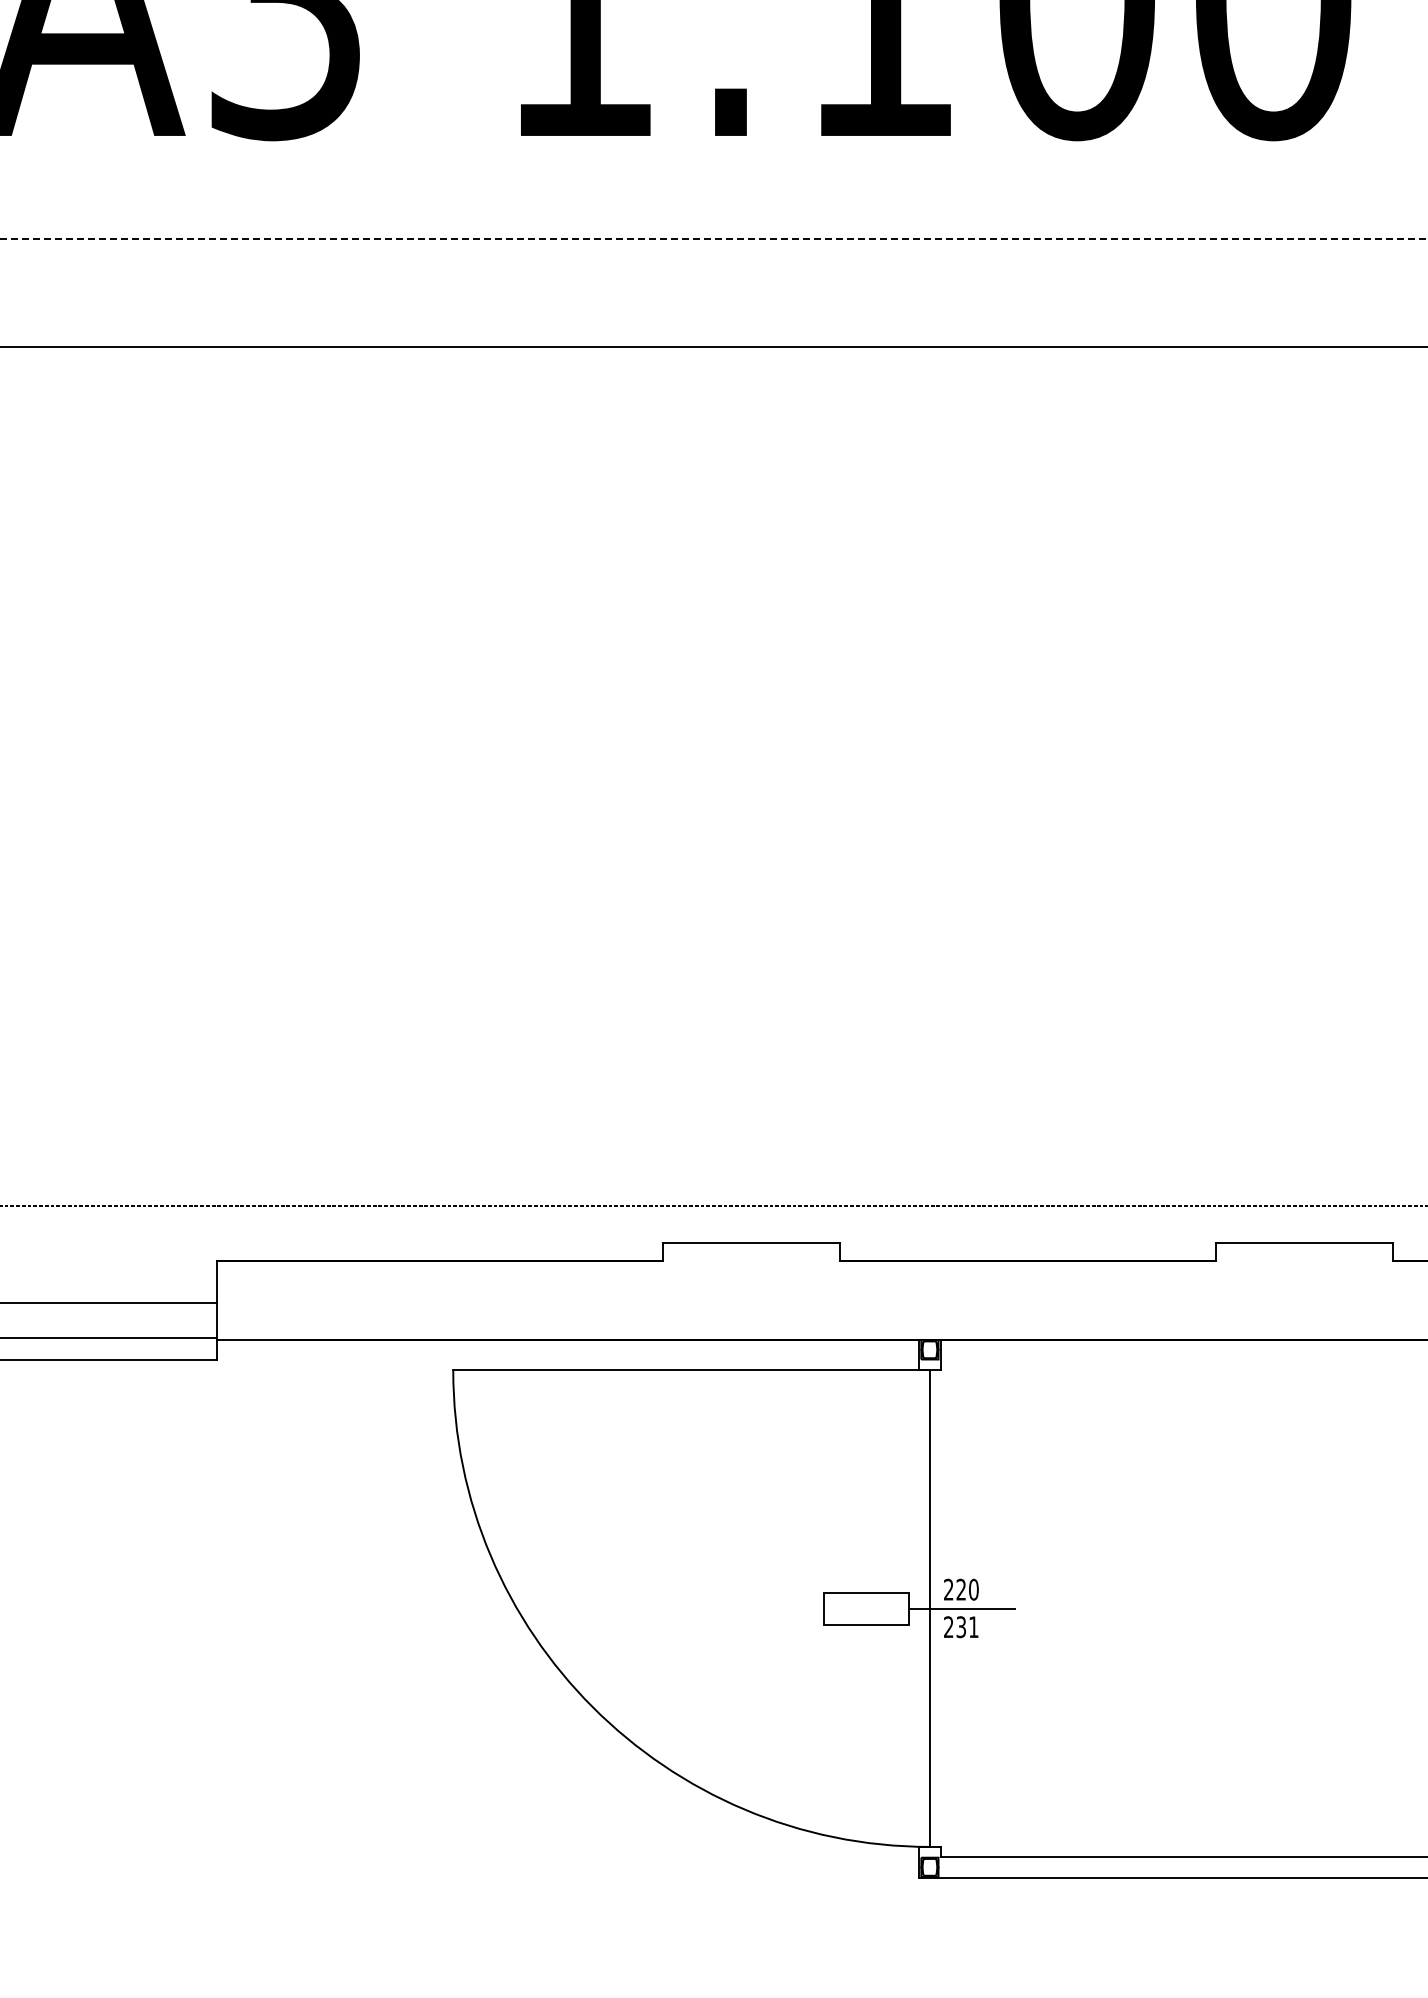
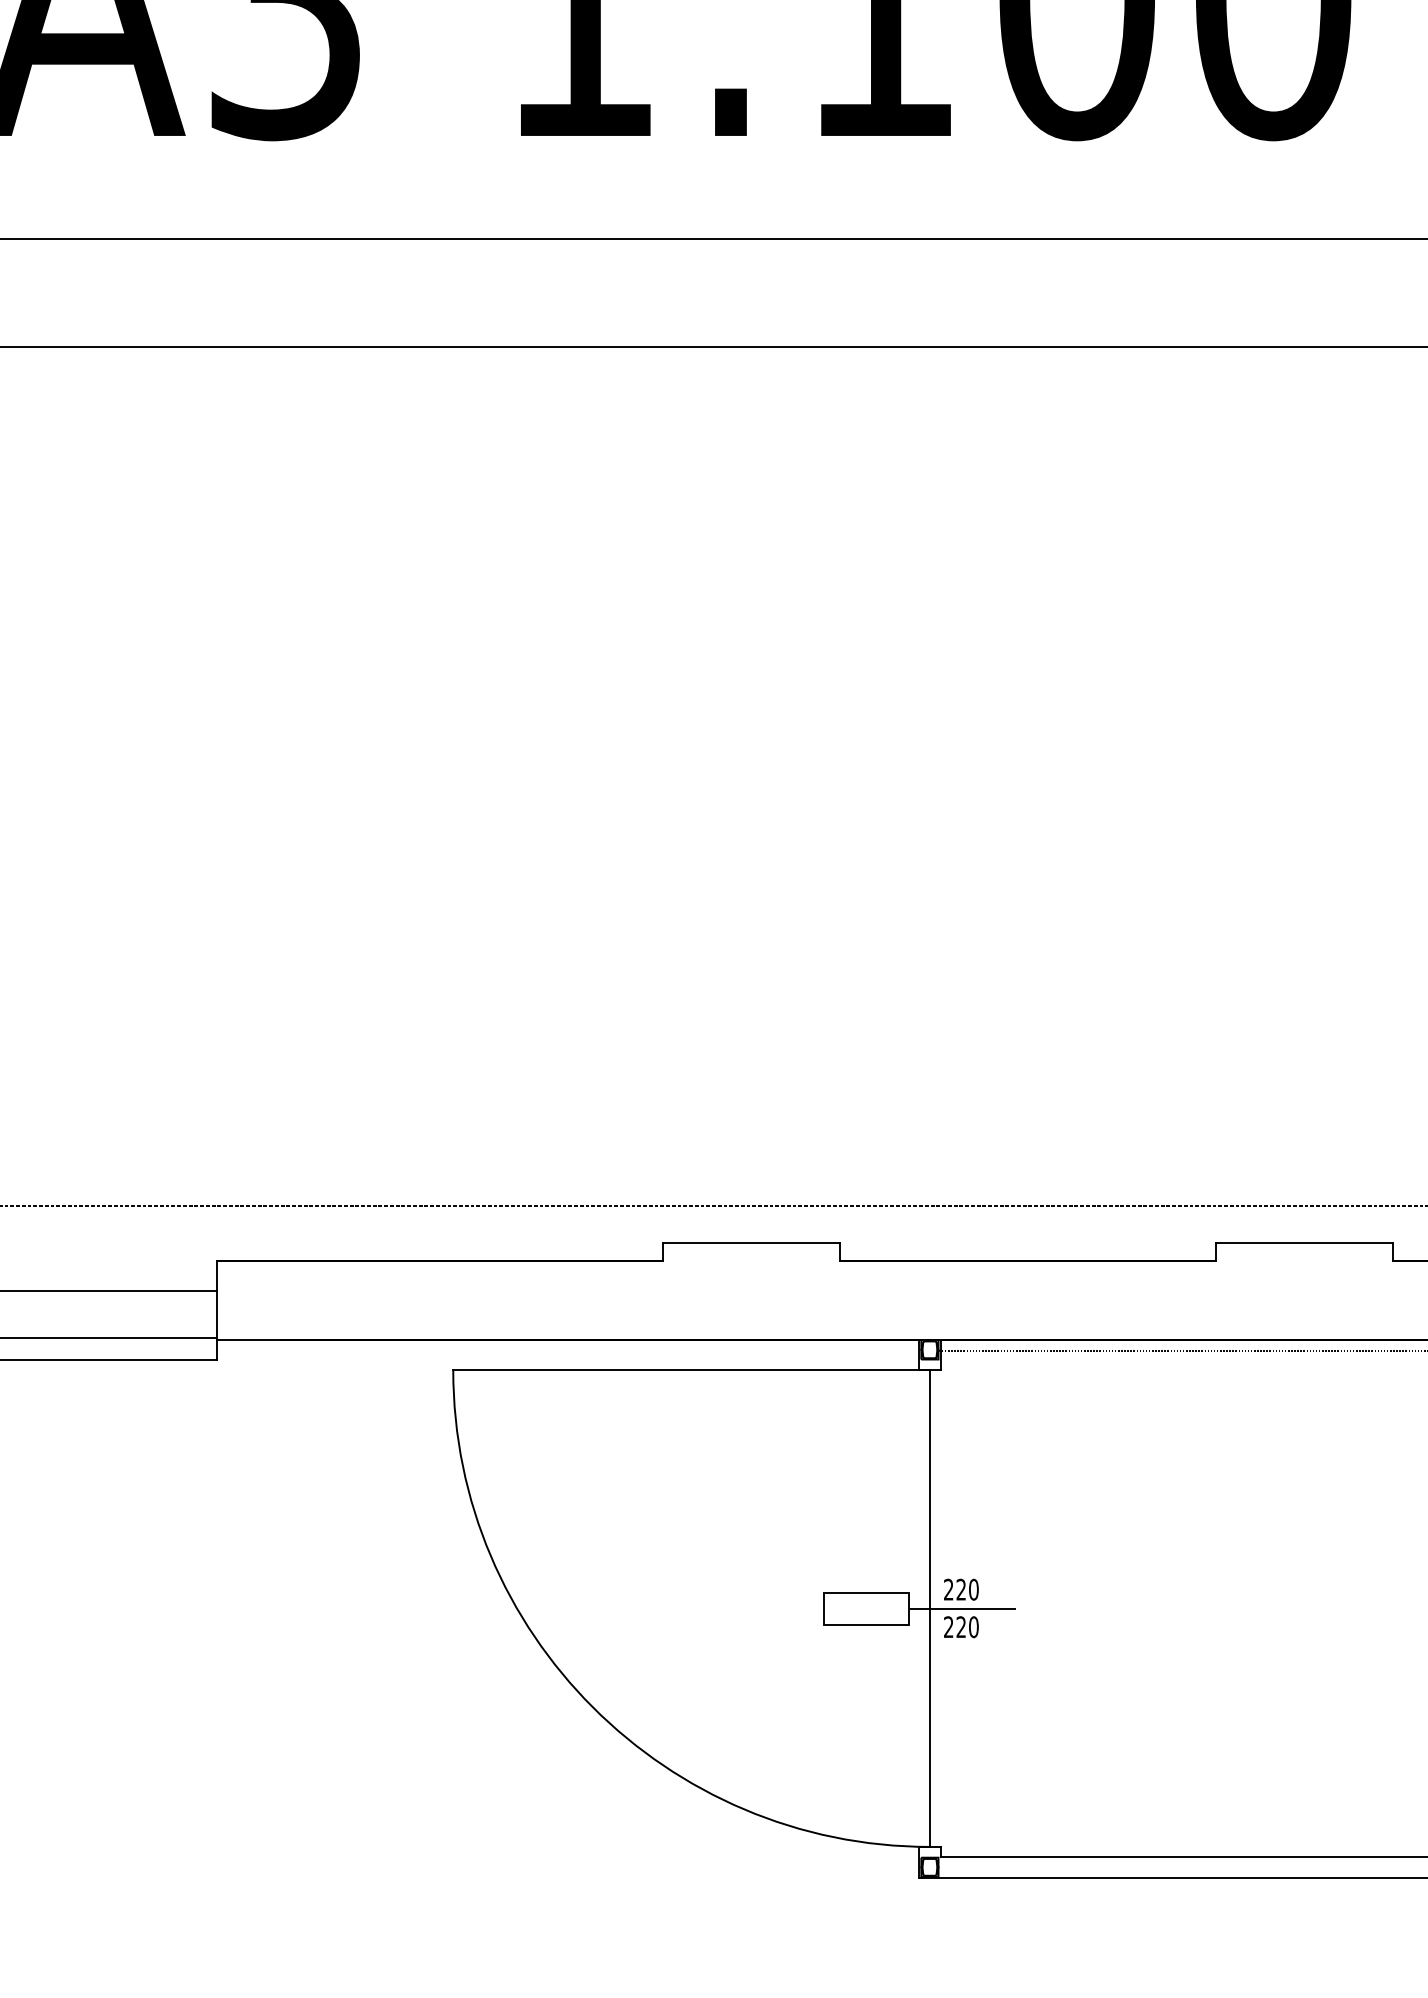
line at (712, 239): dashed -> solid
line at (109, 1302) position: (109, 1302) -> (109, 1290)
line at (1181, 1350): none -> present
text at (967, 1627): 231 -> 220
